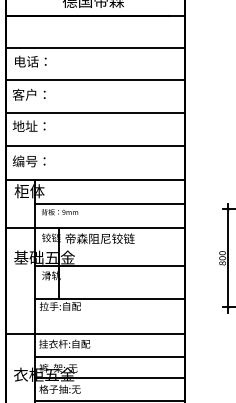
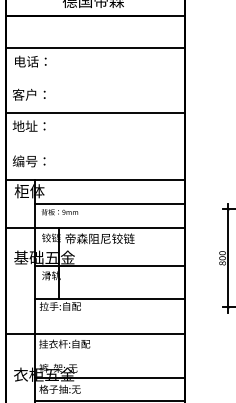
line at (95, 79): present -> none
line at (94, 145): present -> none
line at (109, 356): present -> none
